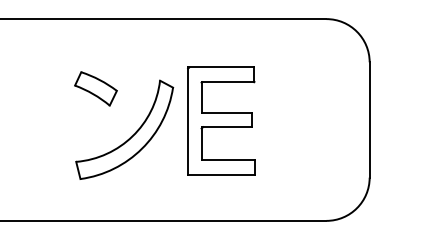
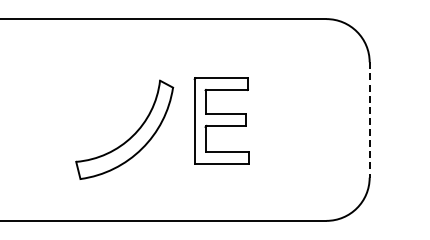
part at (95, 88): present -> none
line at (369, 119): solid -> dashed
part at (221, 120) size: 69x110 px -> 57x88 px
